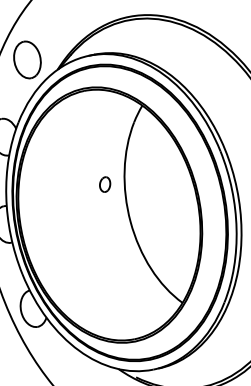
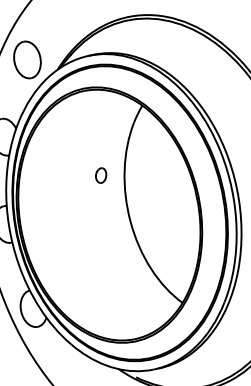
part at (105, 184) position: (105, 184) -> (101, 175)
